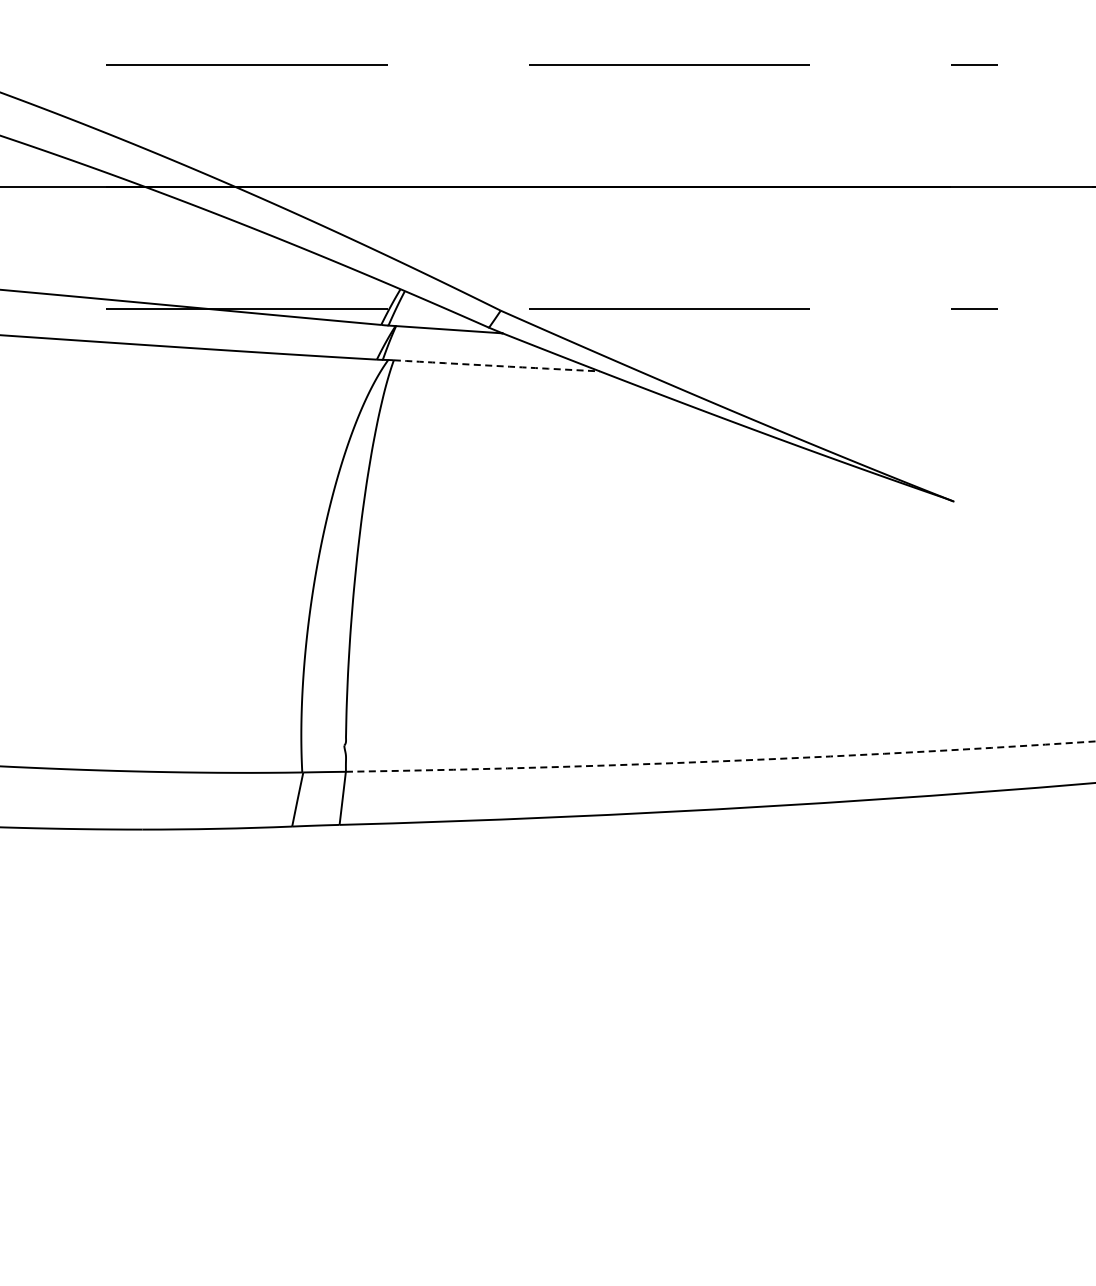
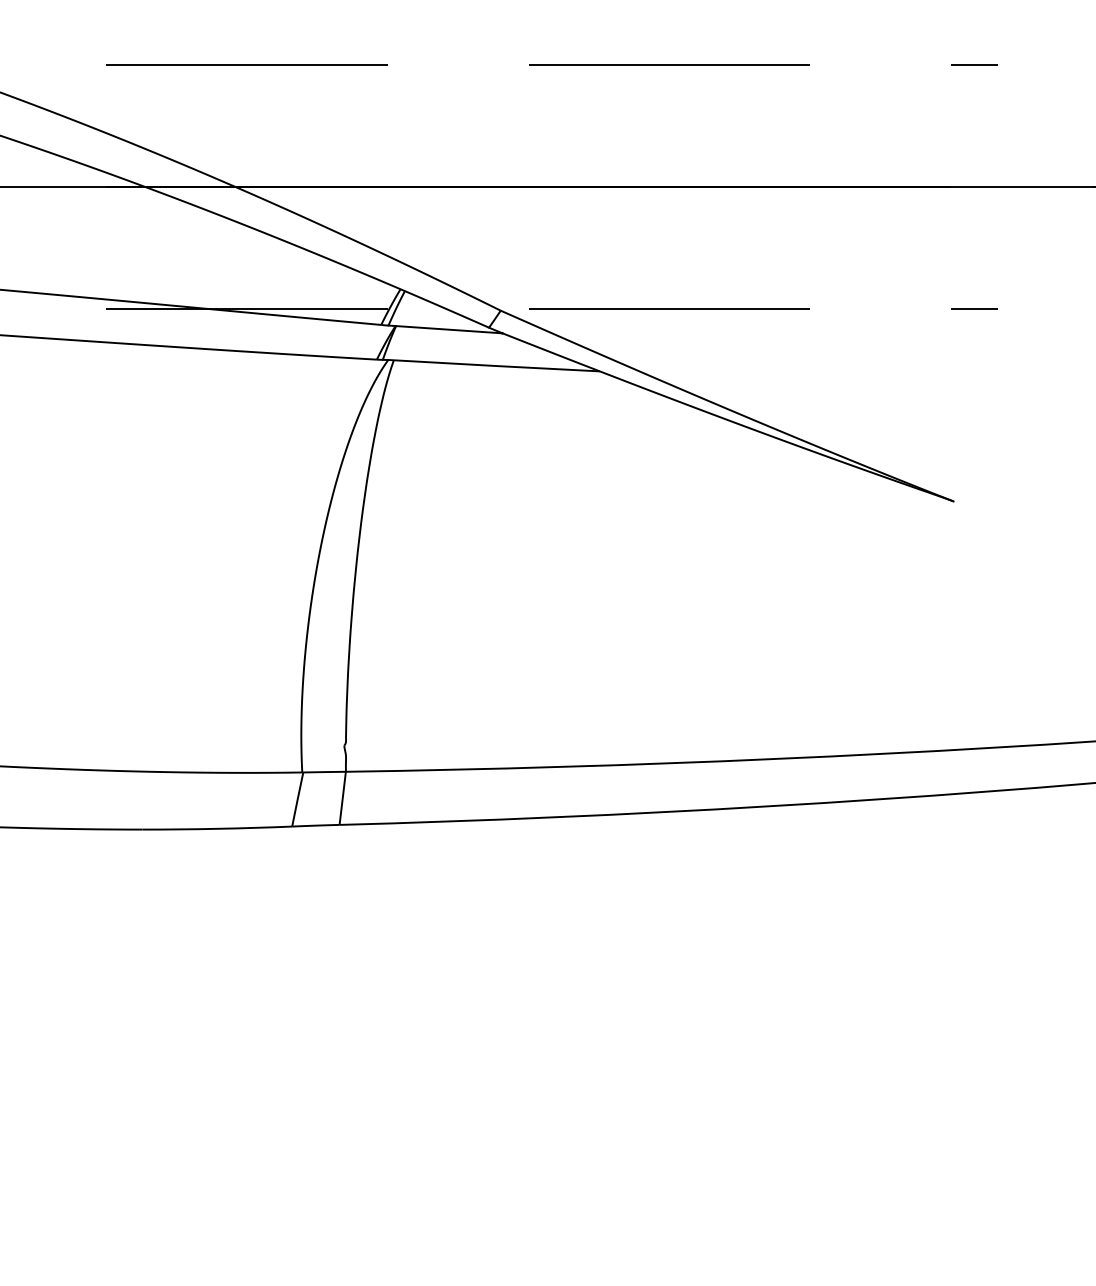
arc at (496, 366): dashed -> solid
arc at (720, 761): dashed -> solid
